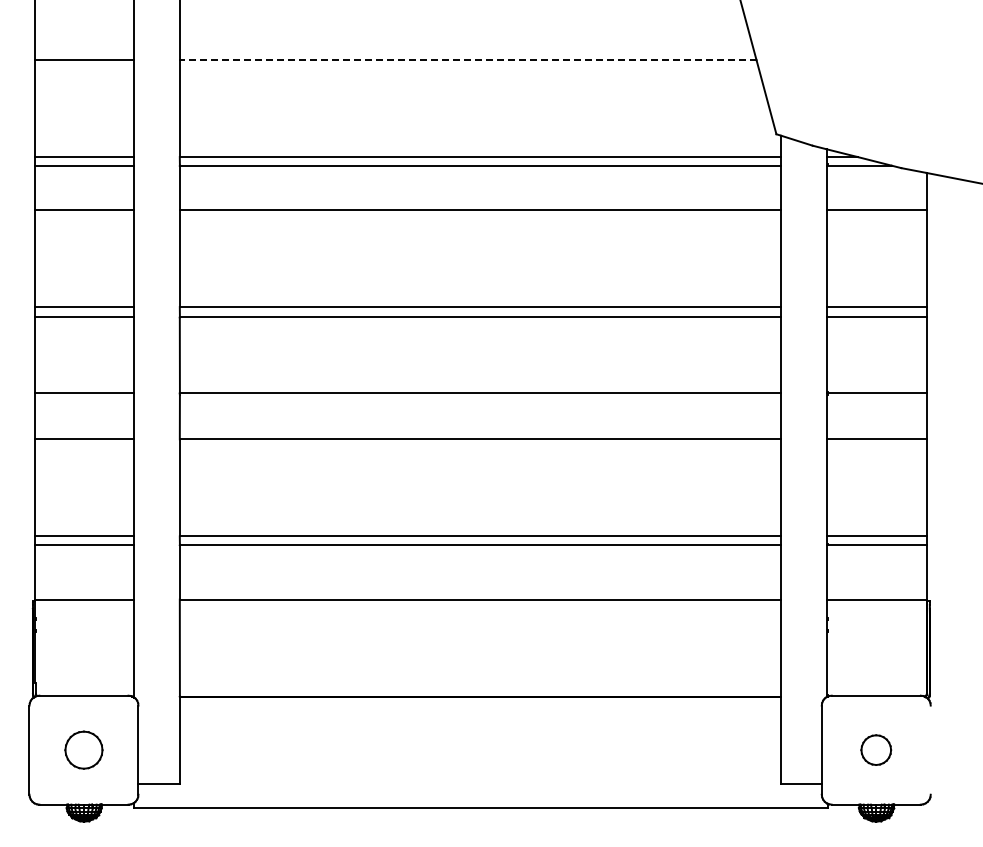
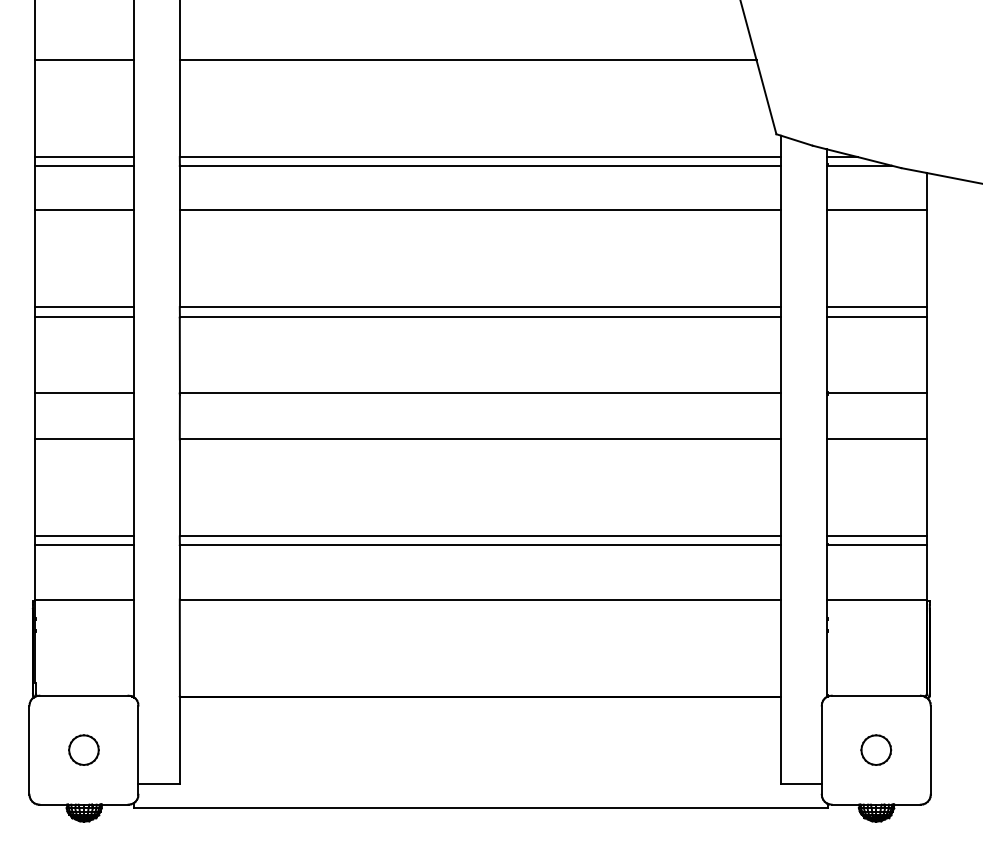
line at (467, 60): dashed -> solid
part at (83, 749) size: 40x40 px -> 32x32 px
line at (930, 749): none -> present
